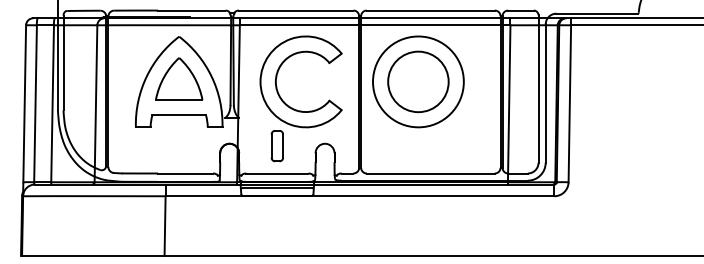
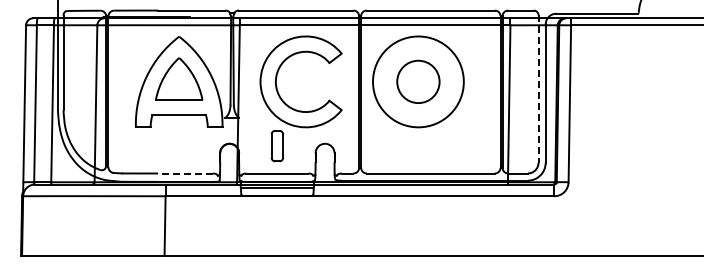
circle at (418, 81) diameter: 61 px -> 42 px
line at (538, 89): solid -> dashed
line at (185, 173): solid -> dashed
